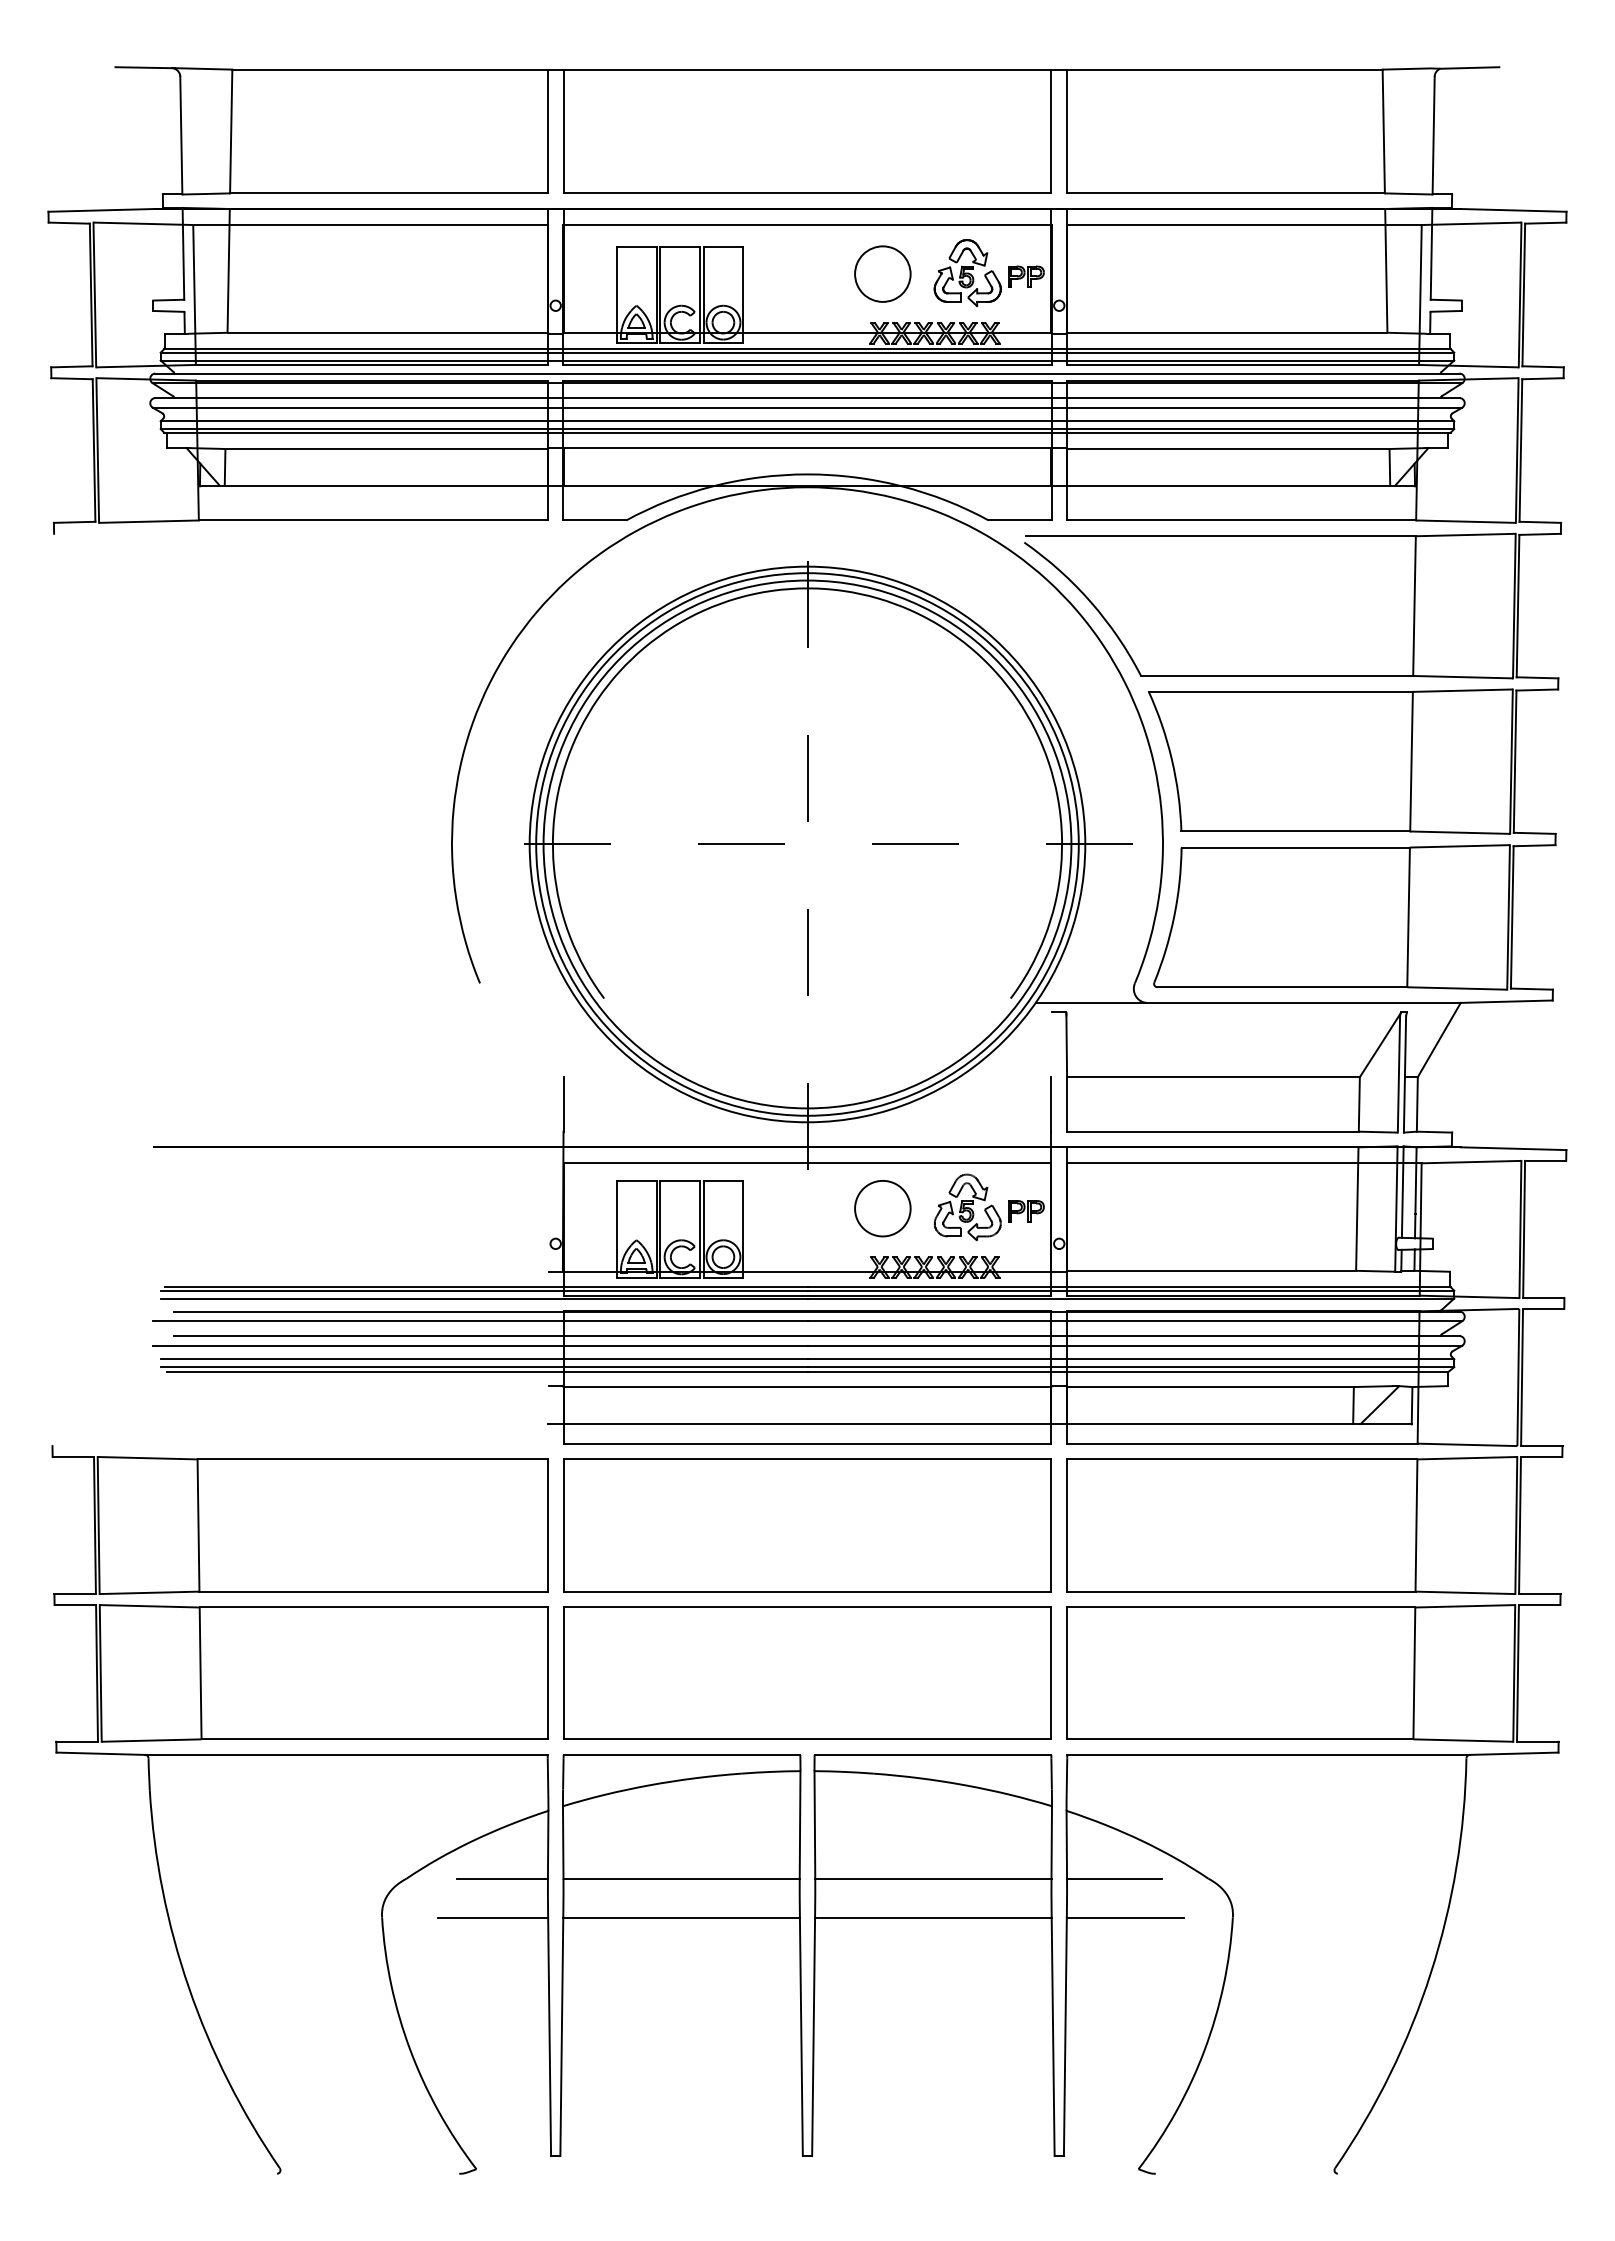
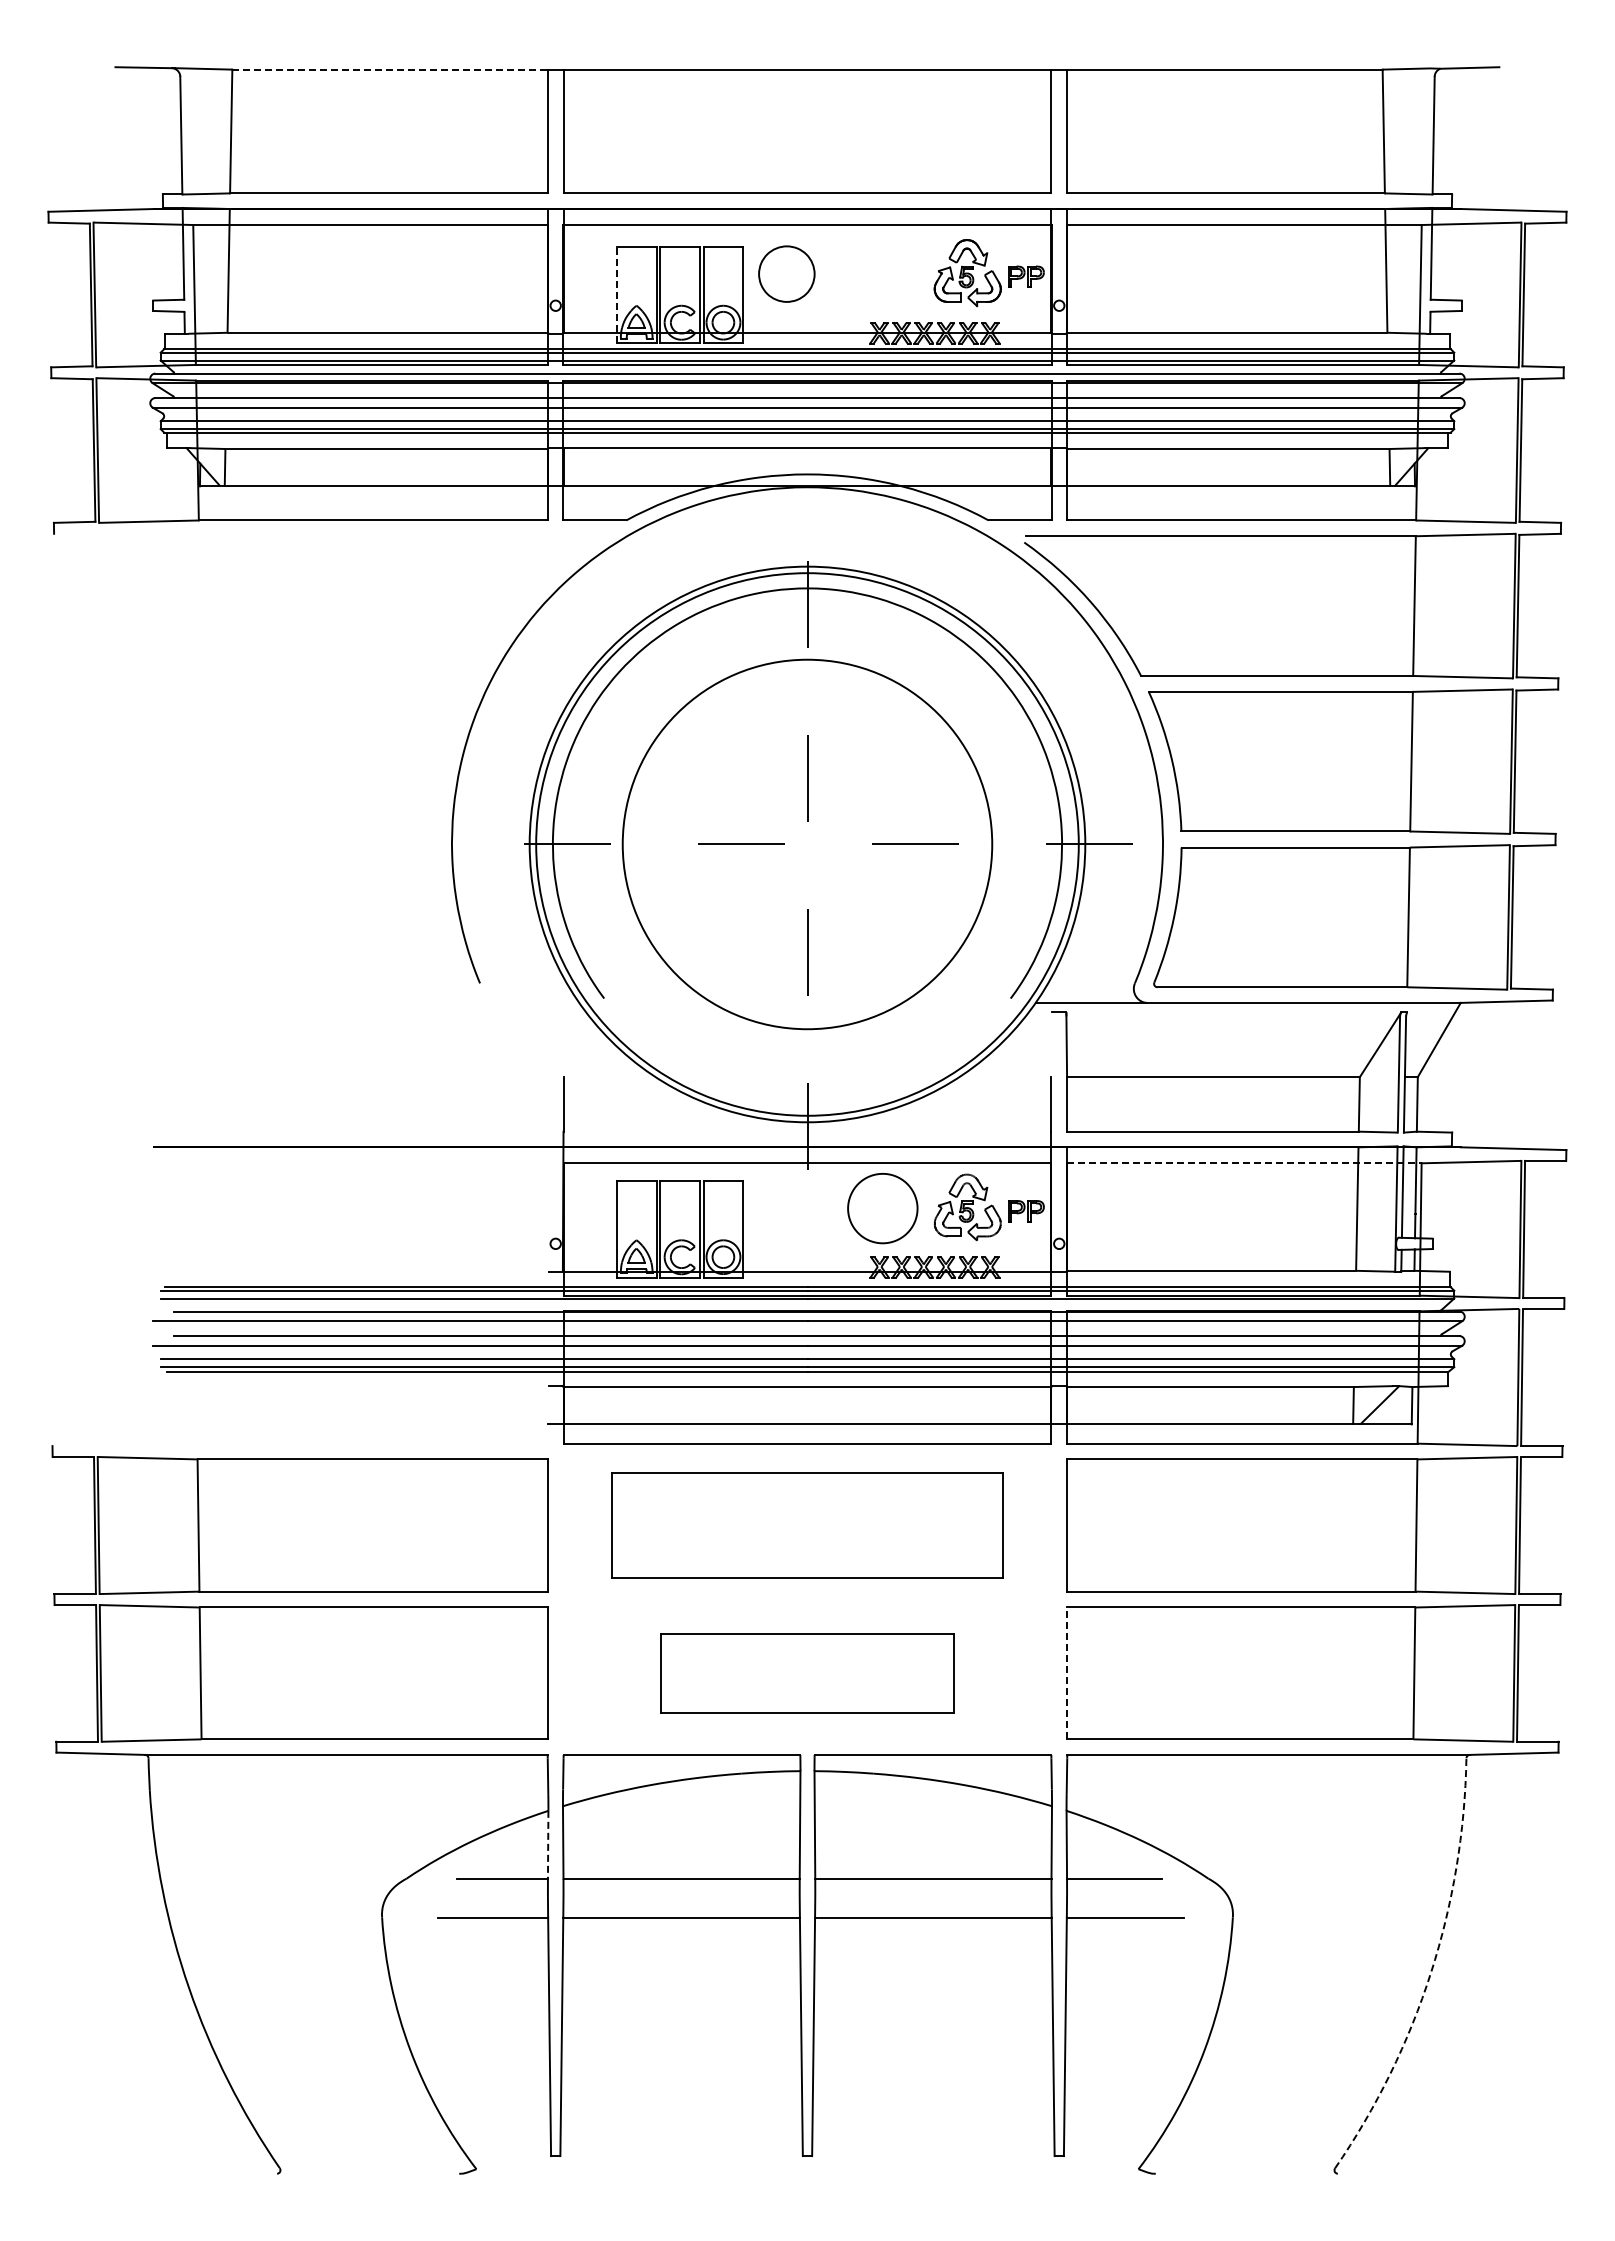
line at (390, 69): solid -> dashed
part at (882, 273) position: (882, 273) -> (786, 273)
line at (616, 294): solid -> dashed
circle at (807, 844) diameter: 528 px -> 370 px
line at (1244, 1163): solid -> dashed
part at (882, 1208) size: 58x58 px -> 72x72 px
part at (807, 1525) size: 489x135 px -> 393x107 px
part at (807, 1672) size: 489x134 px -> 295x81 px
line at (1067, 1673): solid -> dashed
line at (548, 1844): solid -> dashed
arc at (1430, 1973): solid -> dashed
